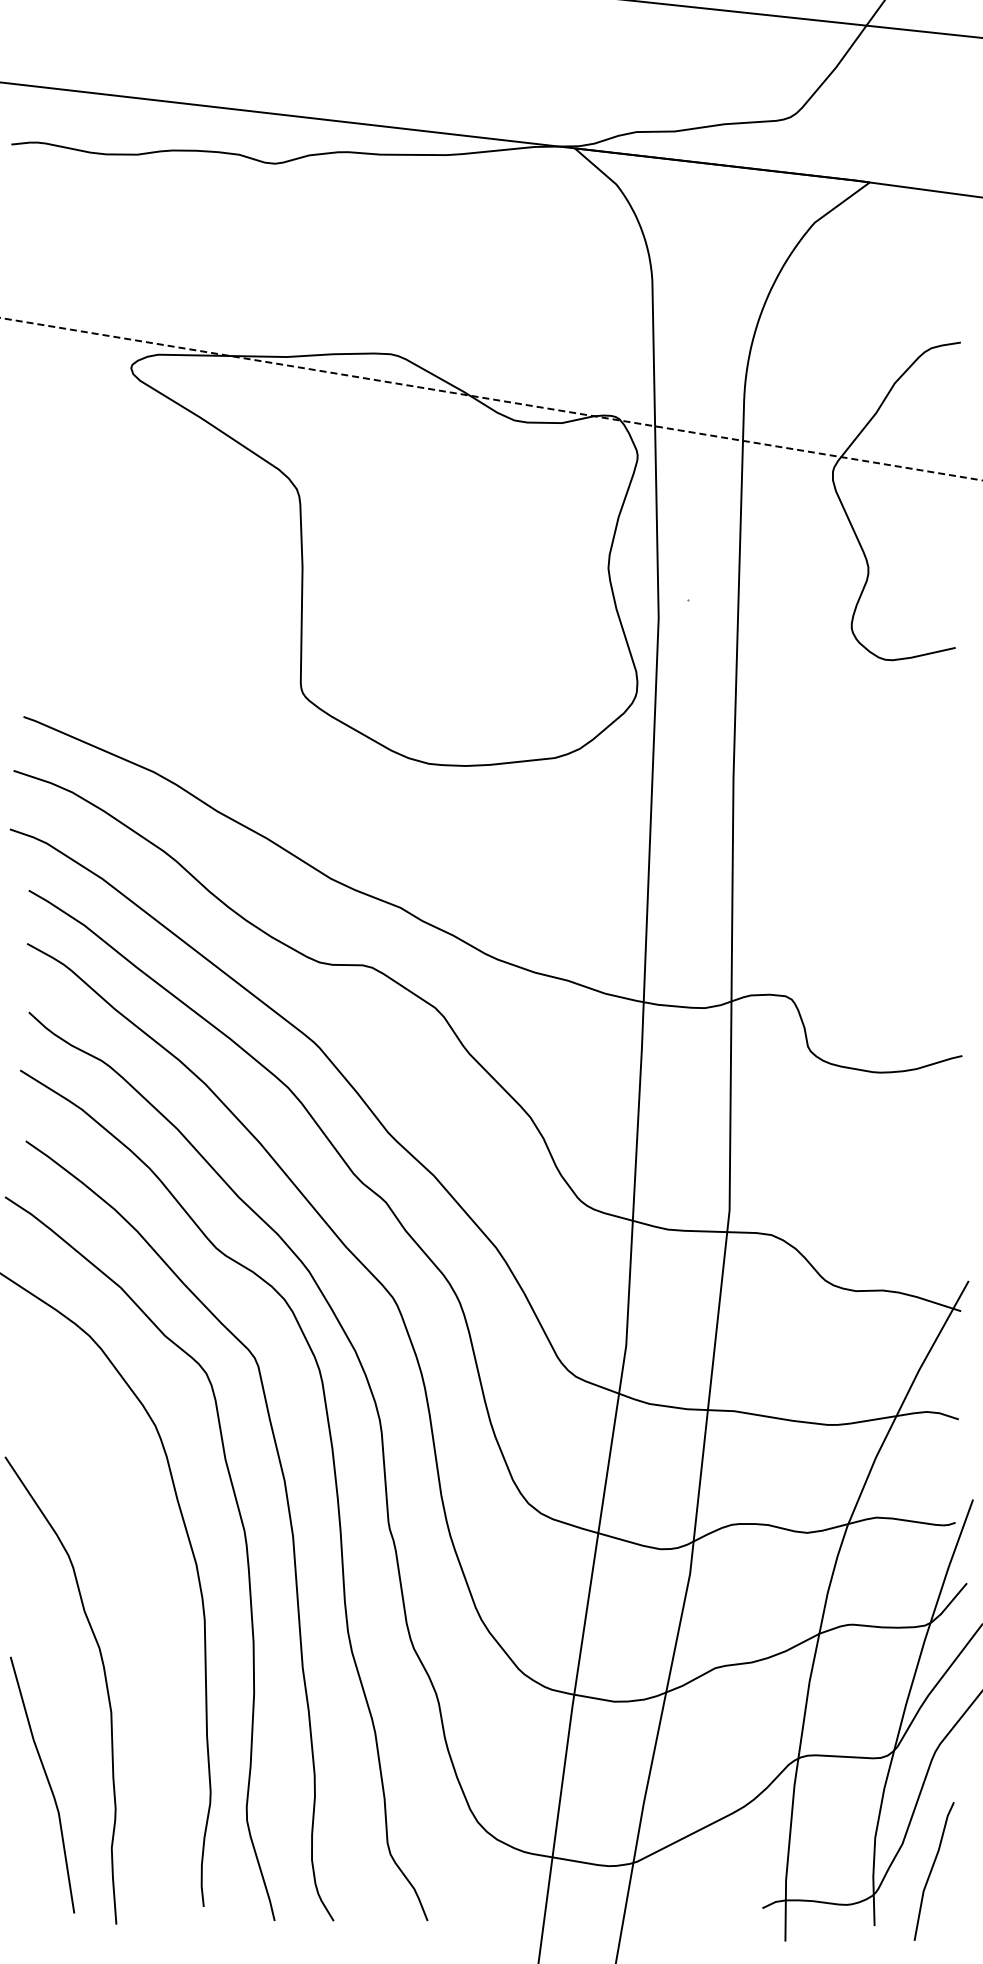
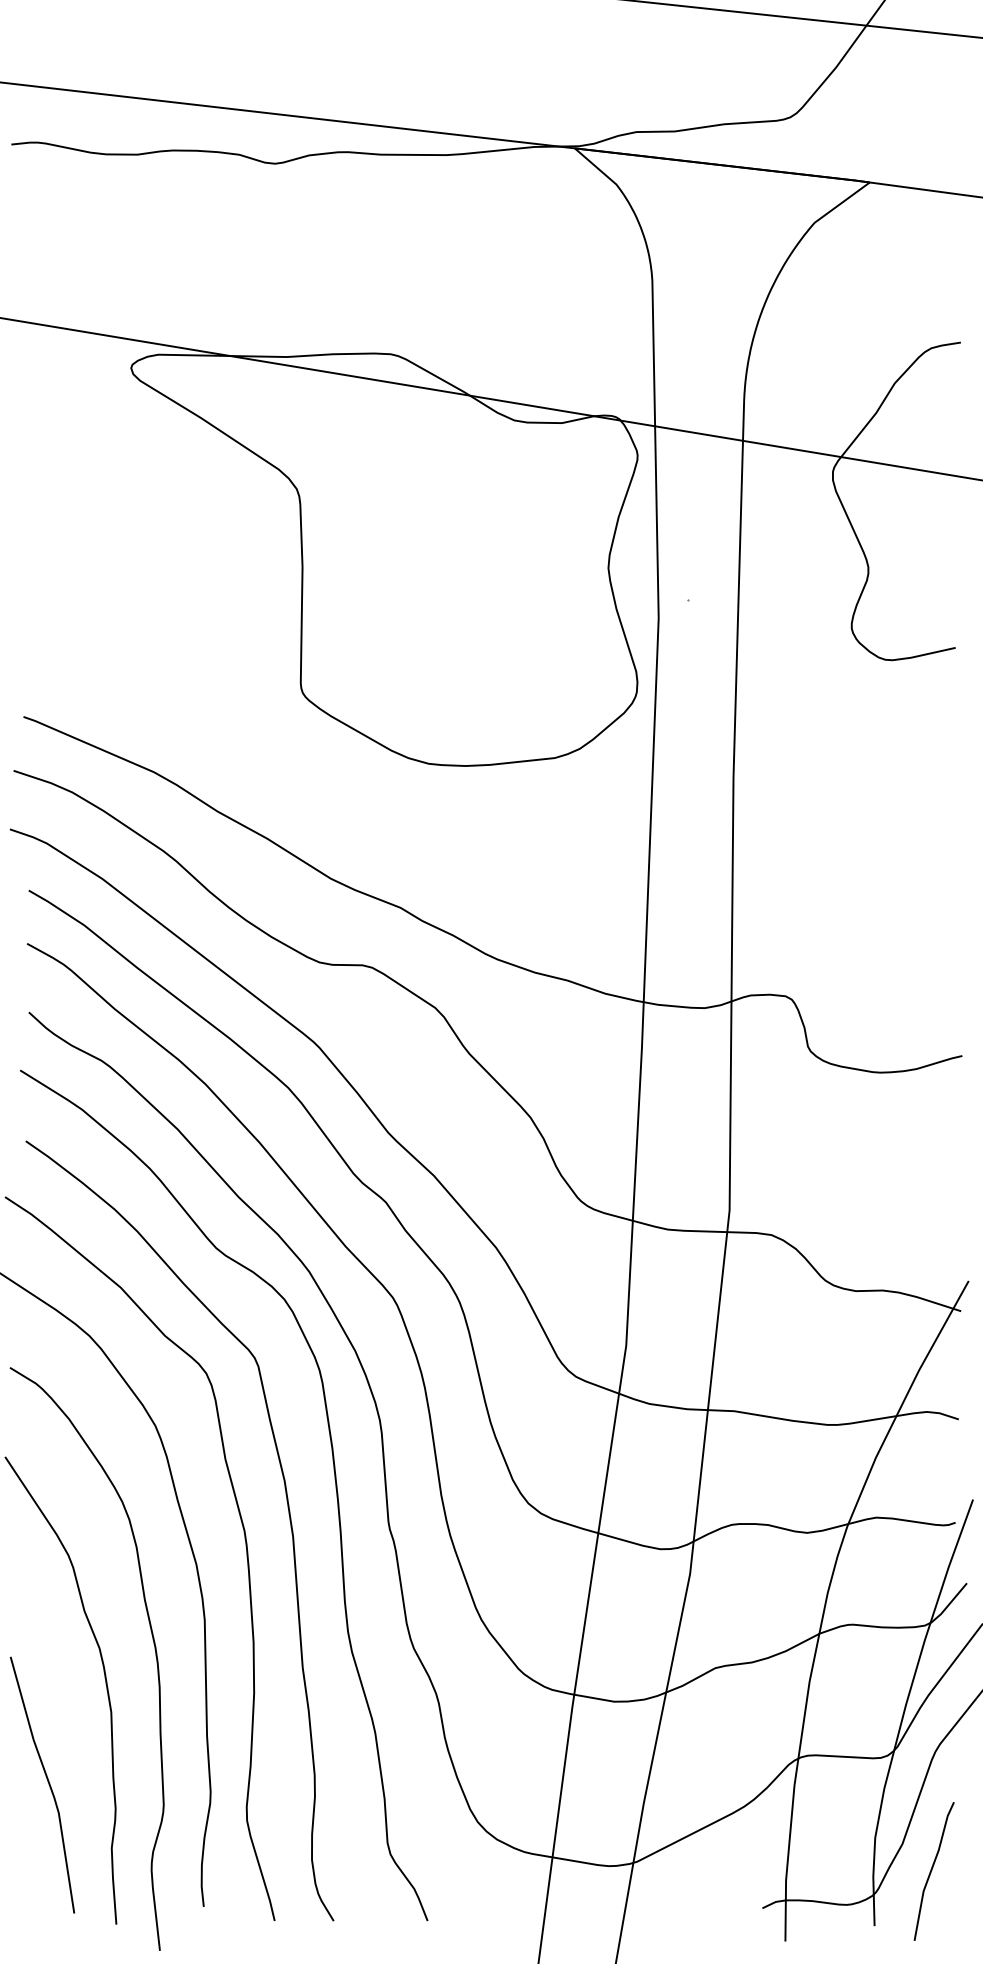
line at (492, 399): dashed -> solid
curve at (153, 1644): none -> present
